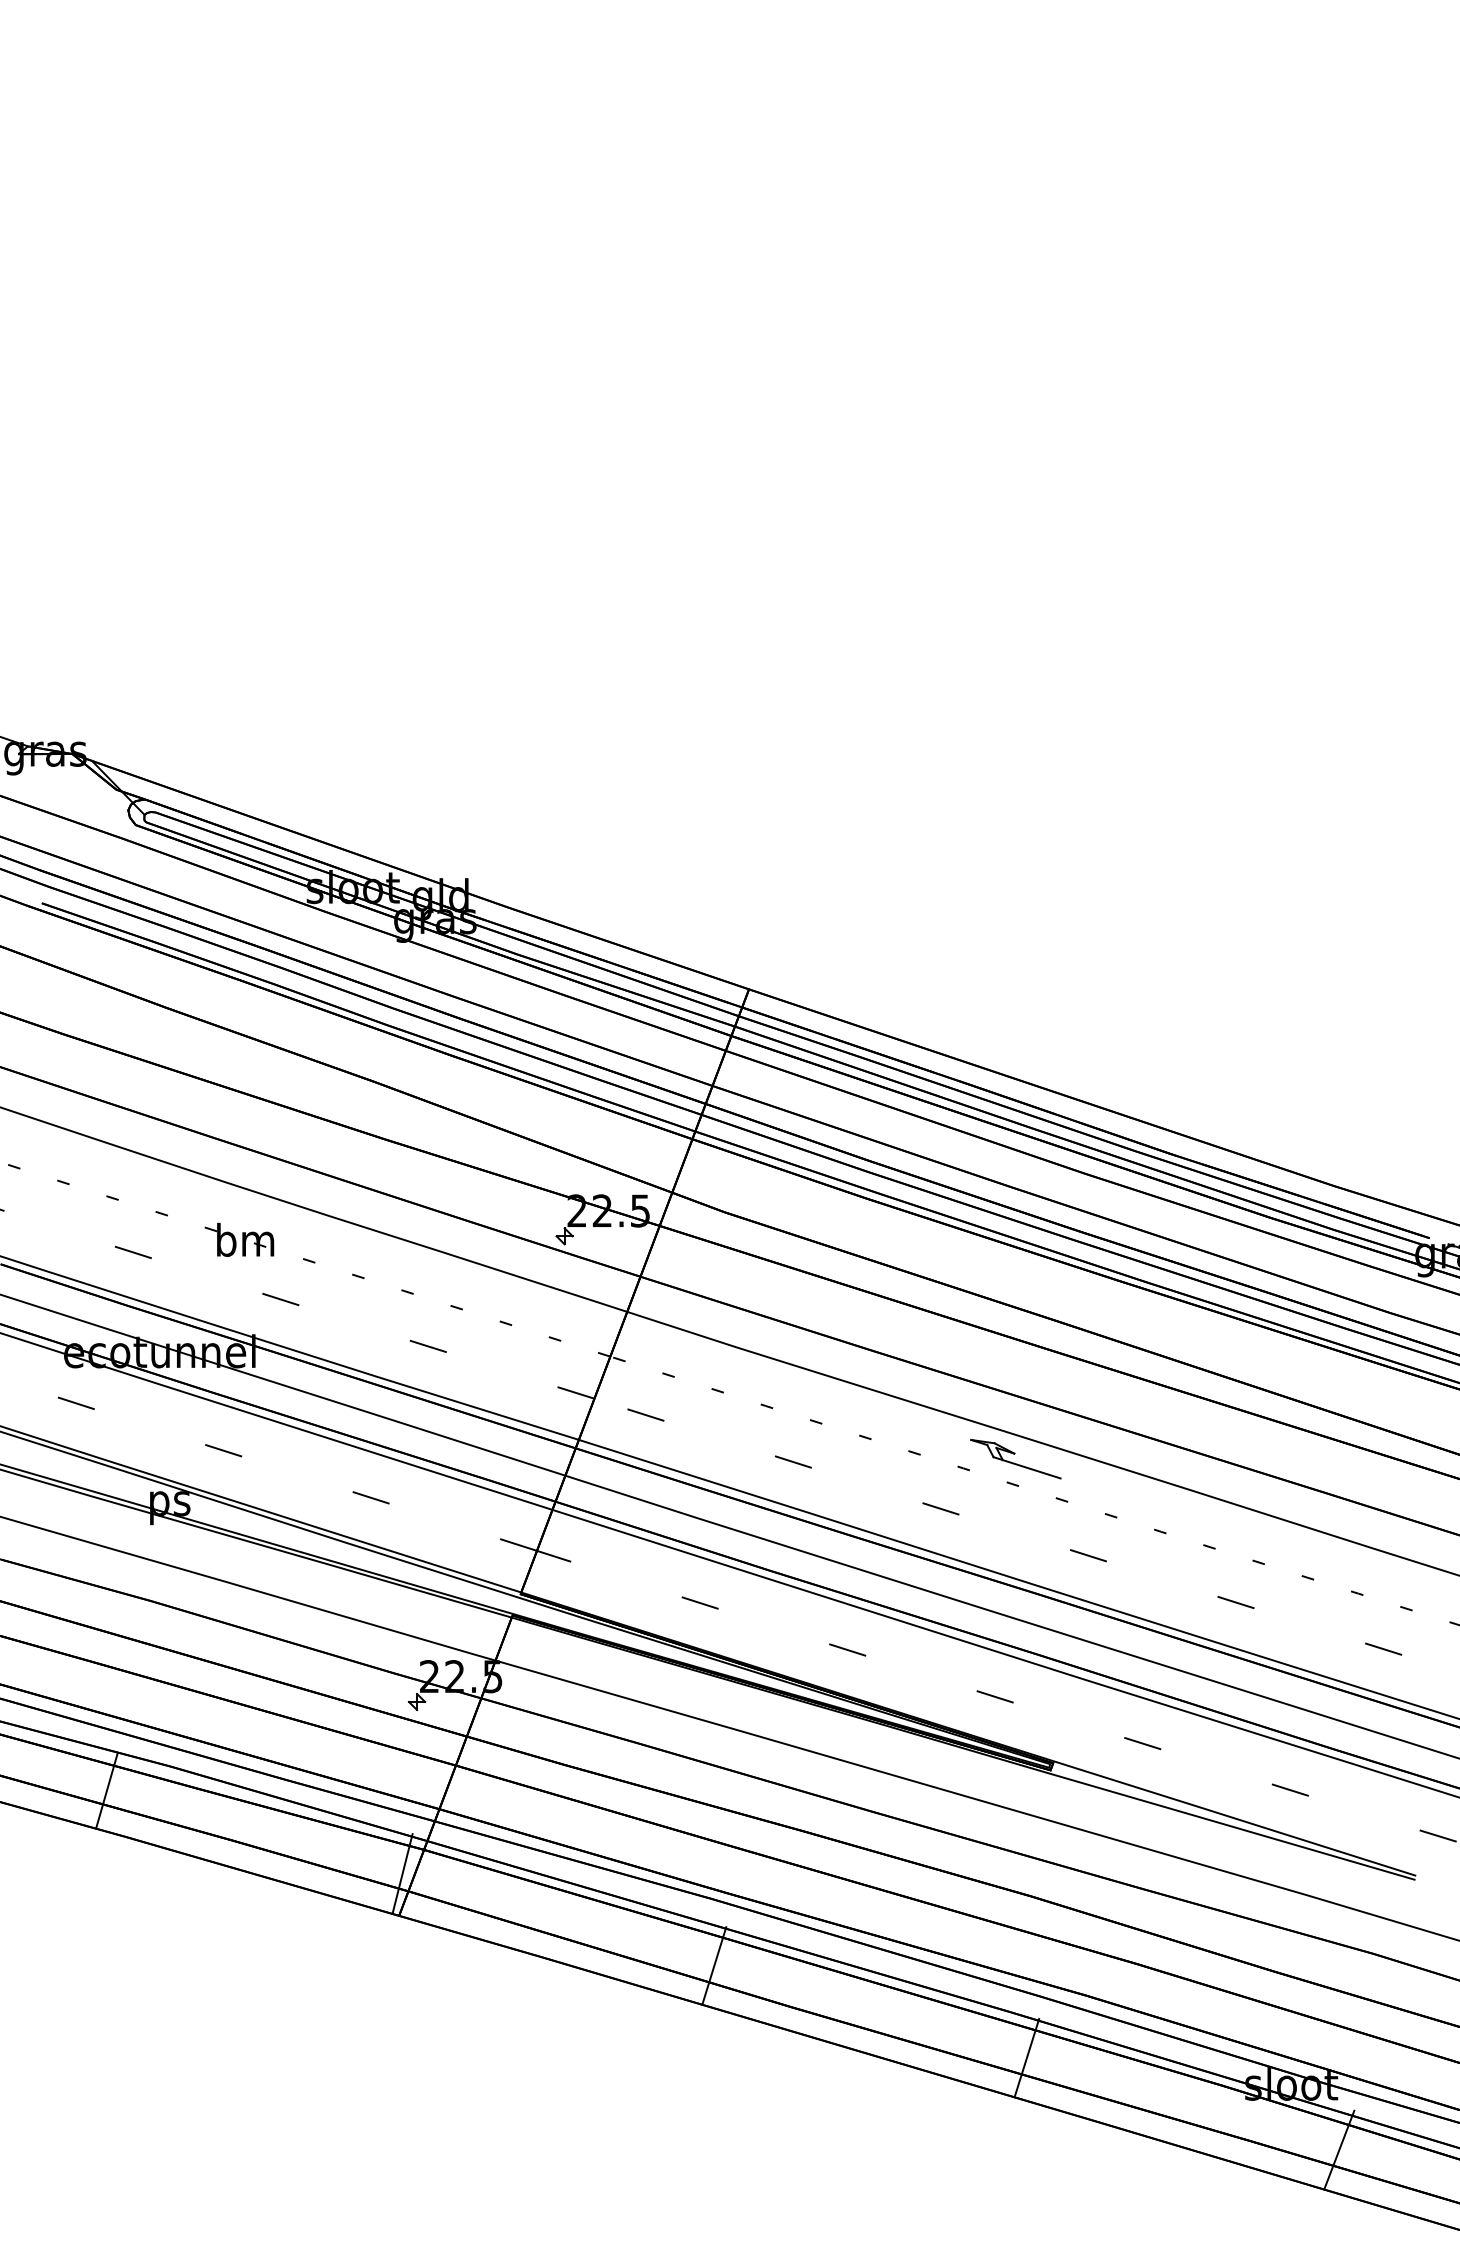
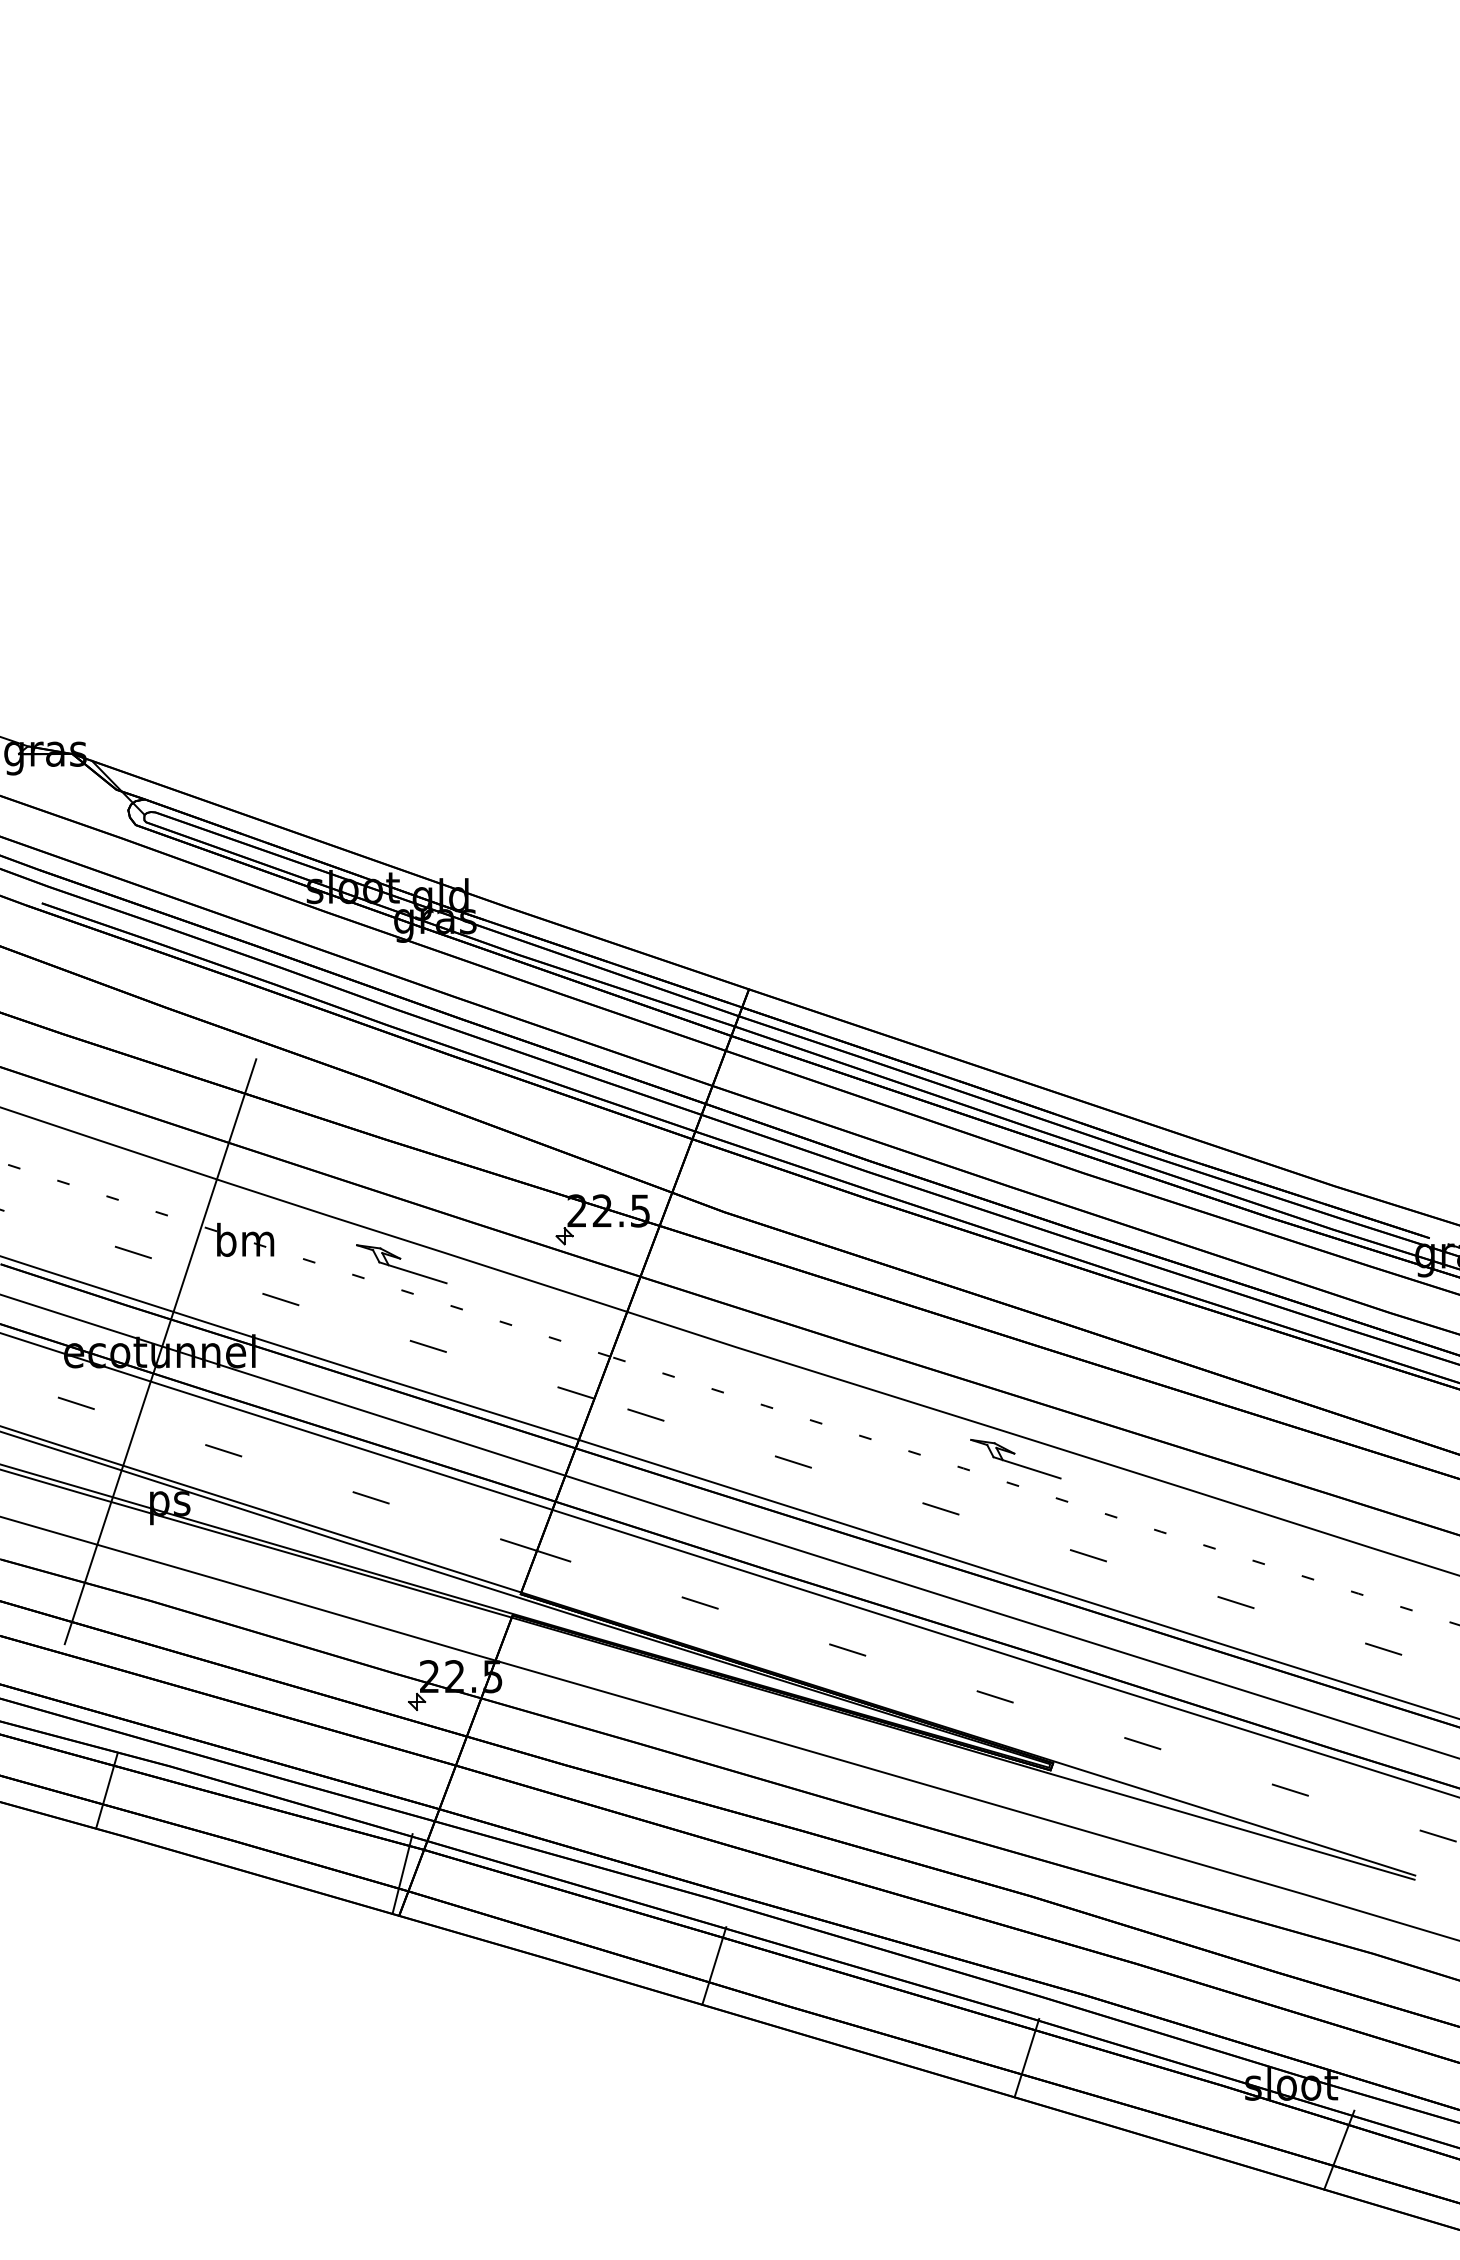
part at (401, 1264): none -> present
line at (160, 1351): none -> present
